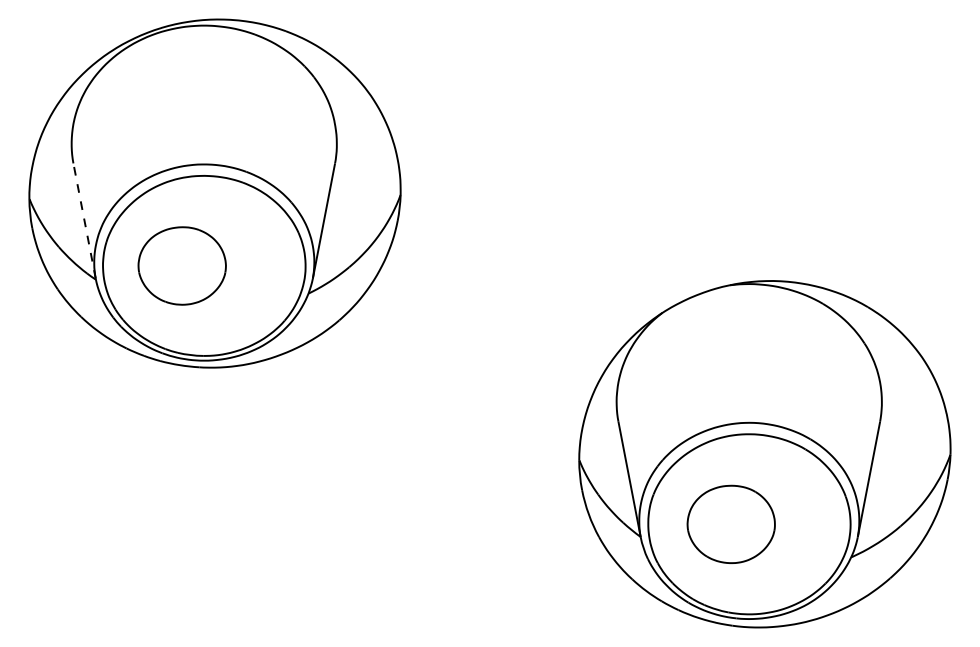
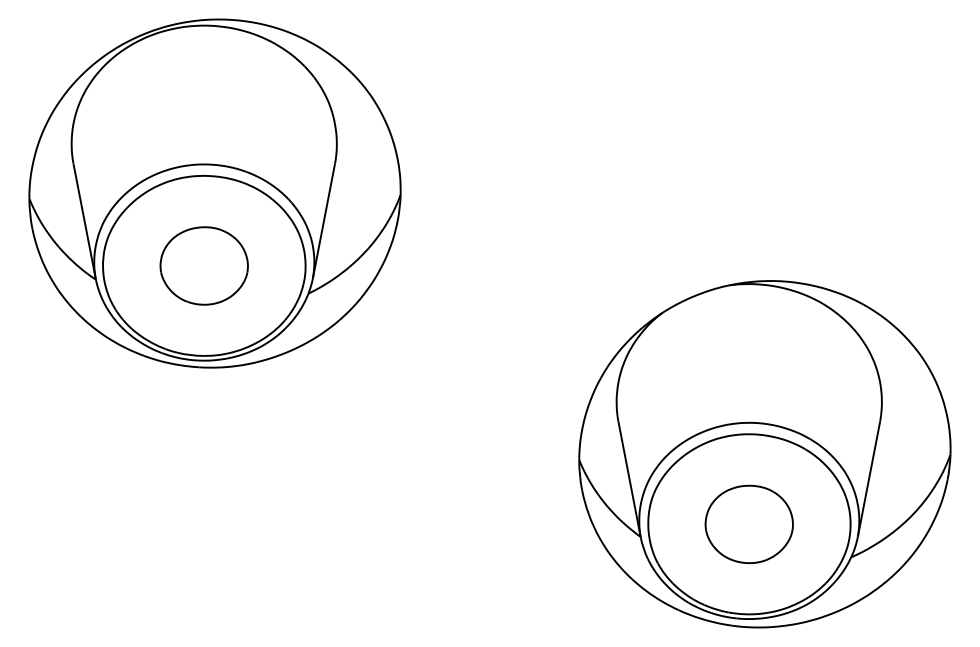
line at (84, 221): dashed -> solid
part at (181, 265) position: (181, 265) -> (203, 265)
part at (730, 523) position: (730, 523) -> (748, 523)
